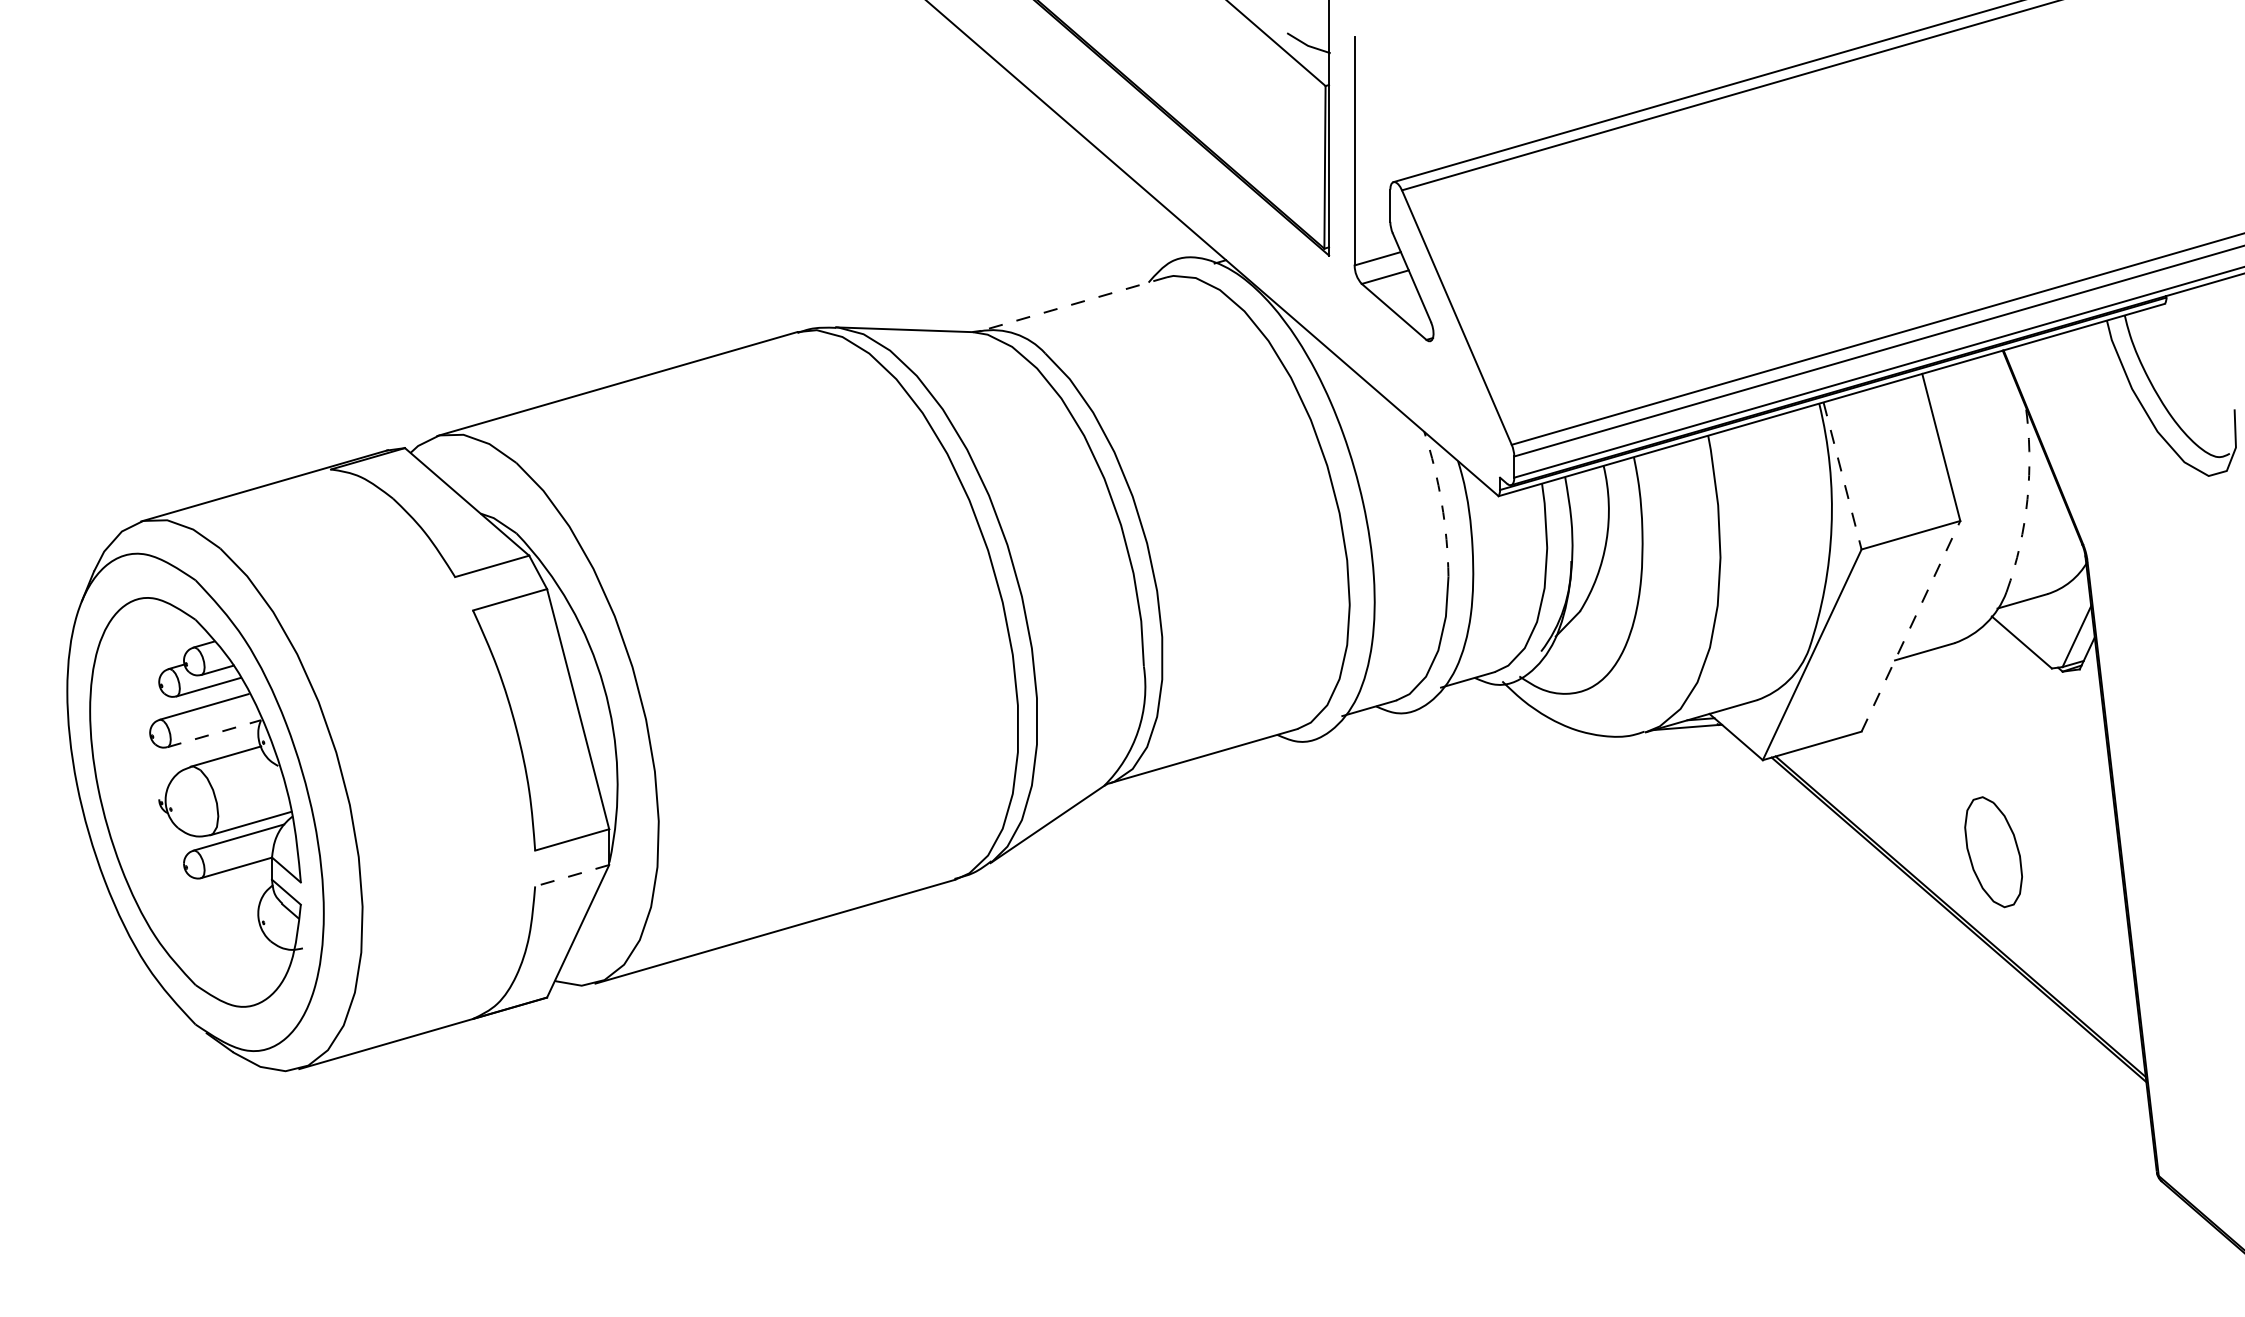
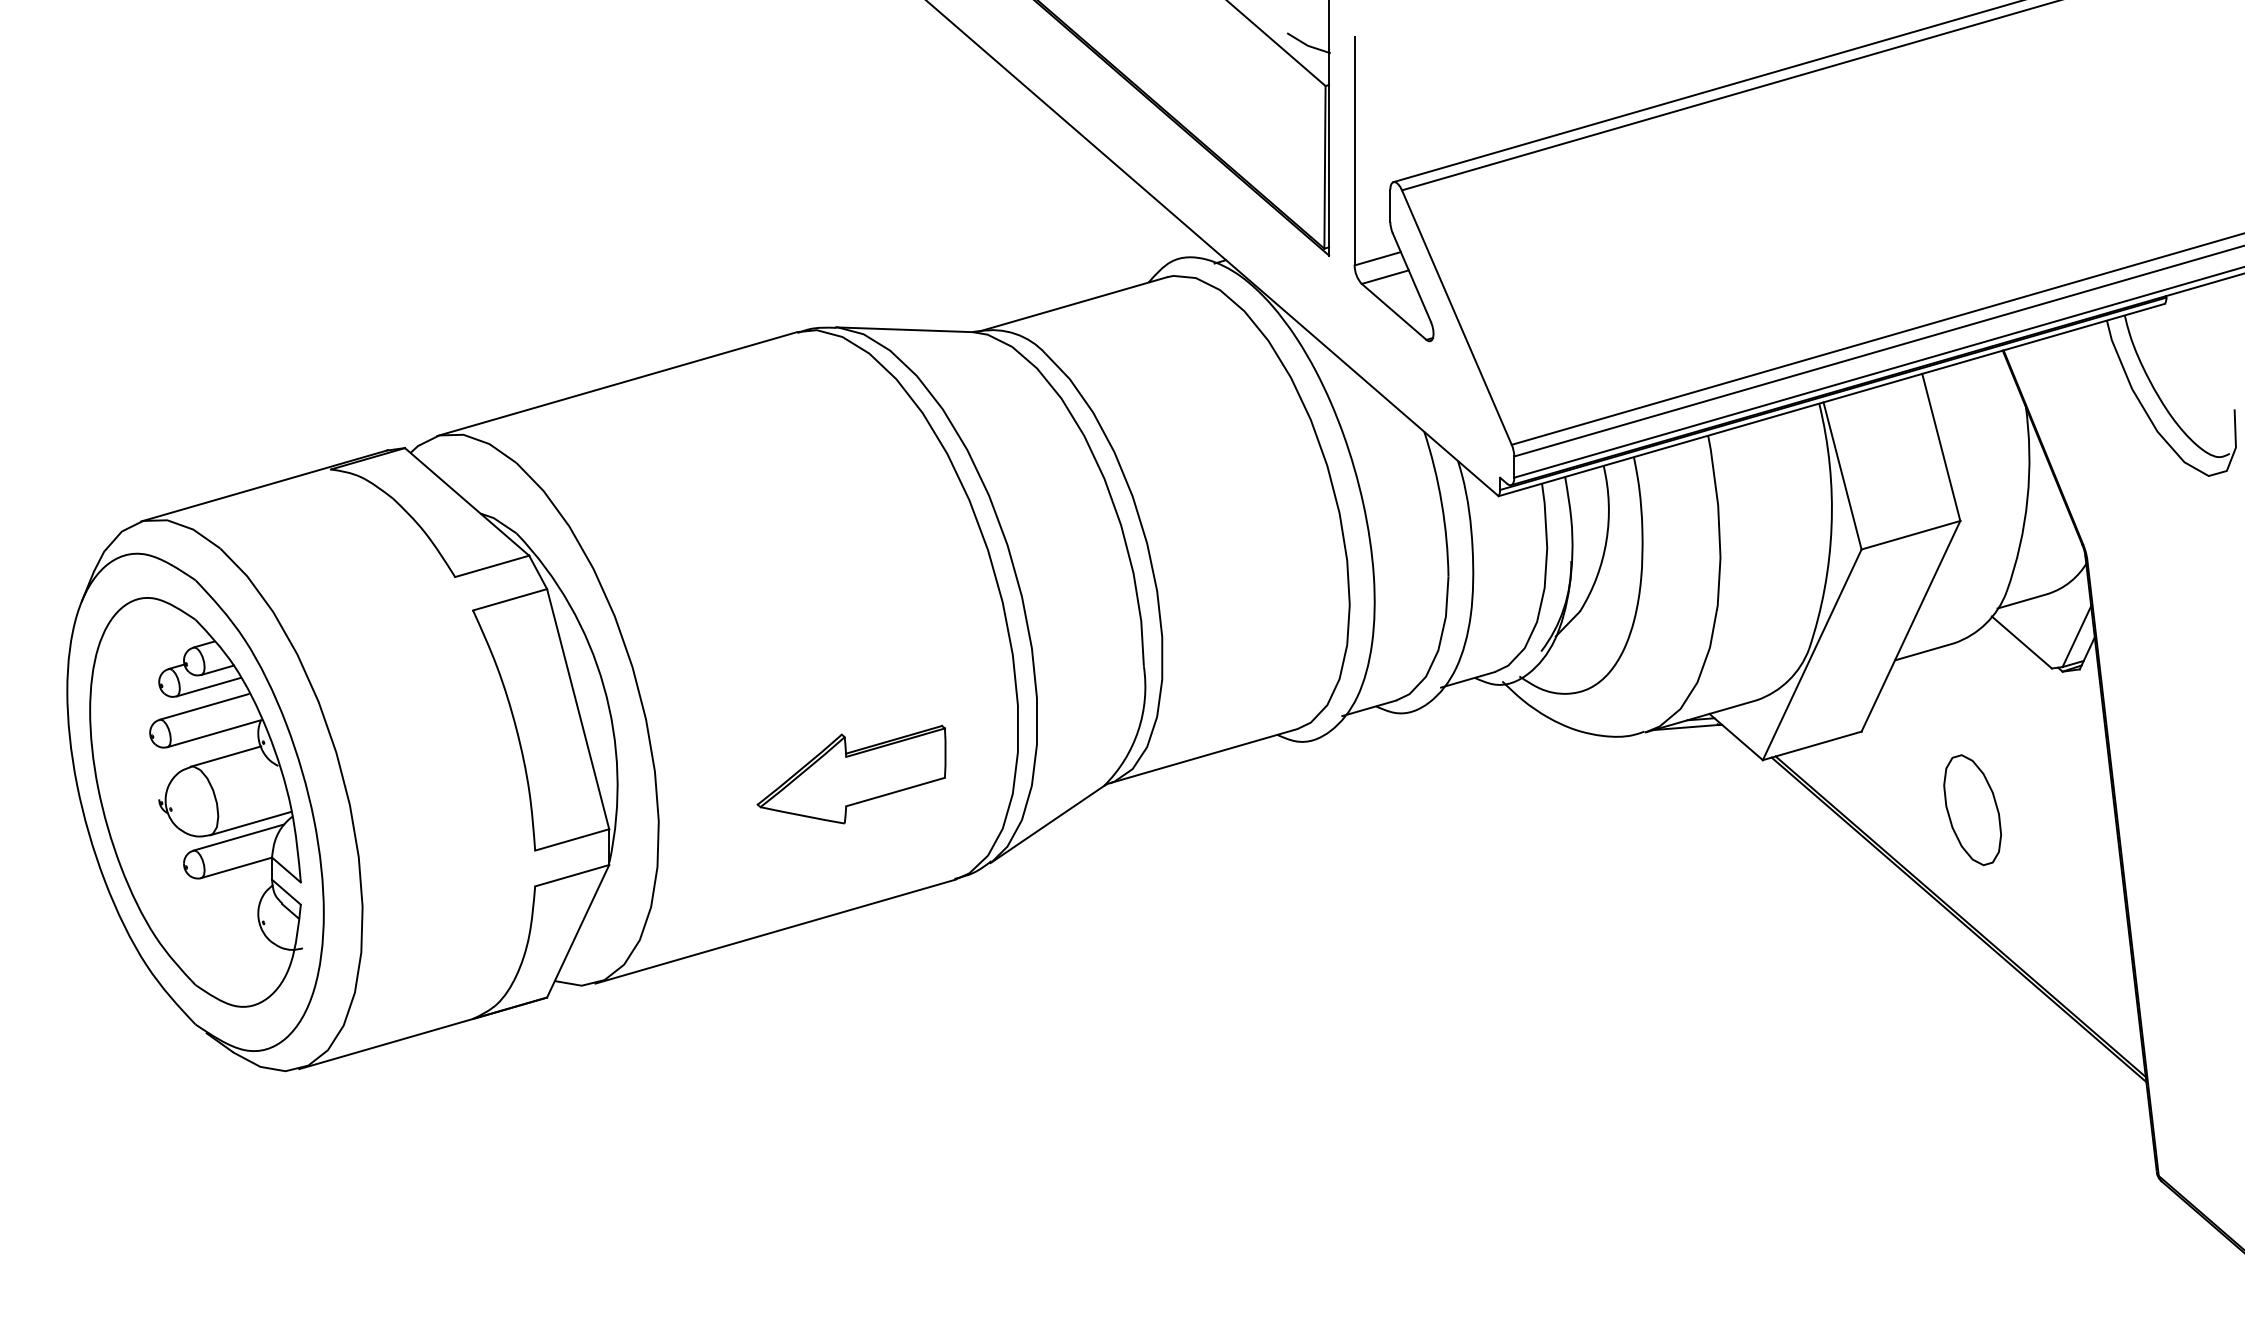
line at (1073, 304): dashed -> solid
line at (1842, 475): dashed -> solid
arc at (2027, 499): dashed -> solid
arc at (1441, 503): dashed -> solid
line at (1911, 625): dashed -> solid
line at (214, 733): dashed -> solid
part at (851, 774): none -> present
part at (1993, 852) position: (1993, 852) -> (1972, 810)
line at (572, 875): dashed -> solid
